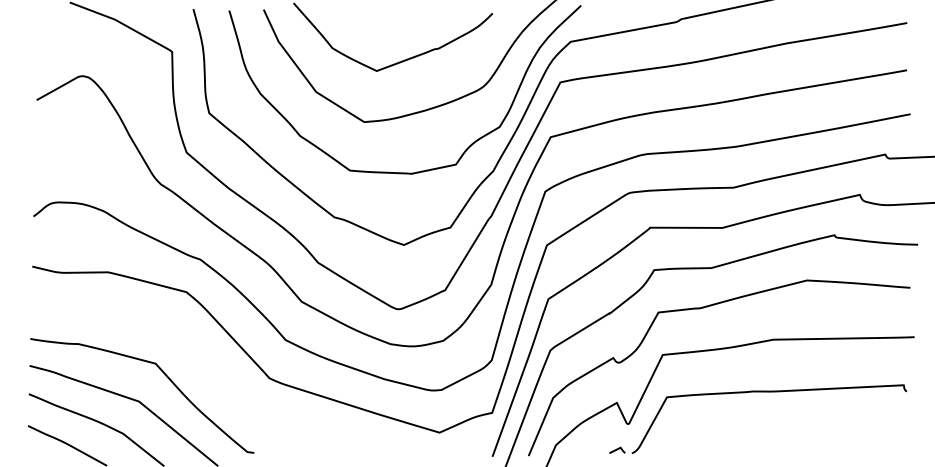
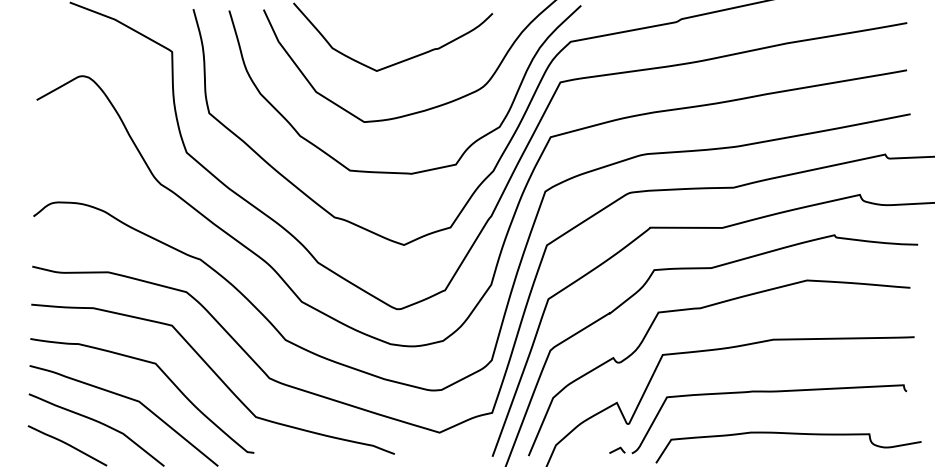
curve at (215, 375): none -> present
curve at (788, 434): none -> present
